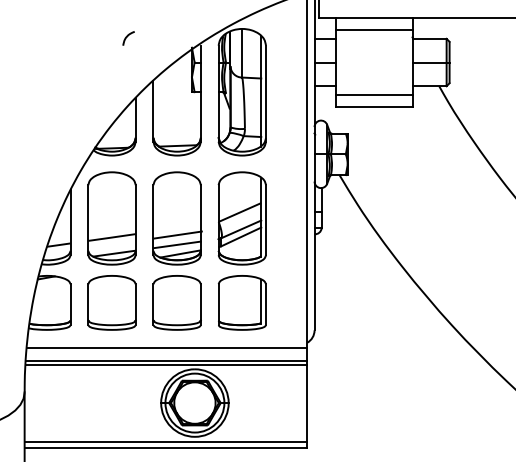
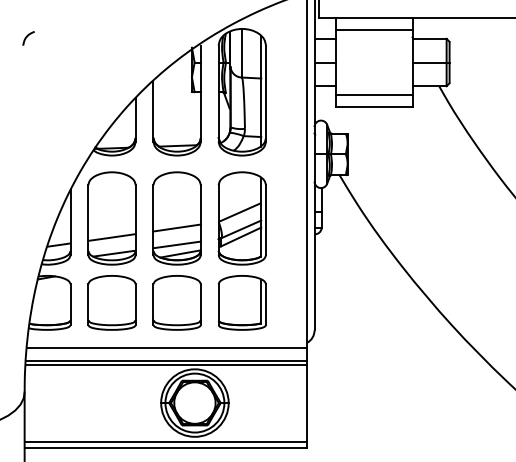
curve at (127, 37) position: (127, 37) -> (27, 37)
line at (177, 234) position: (177, 234) -> (176, 227)
